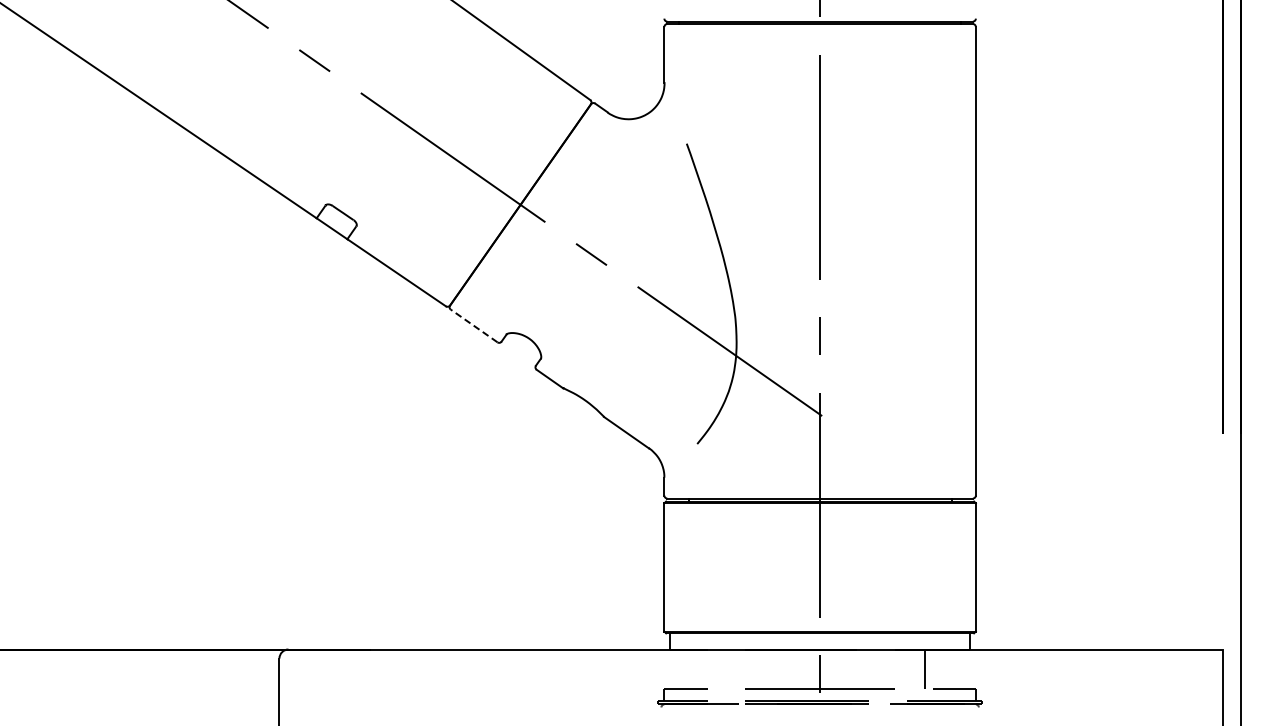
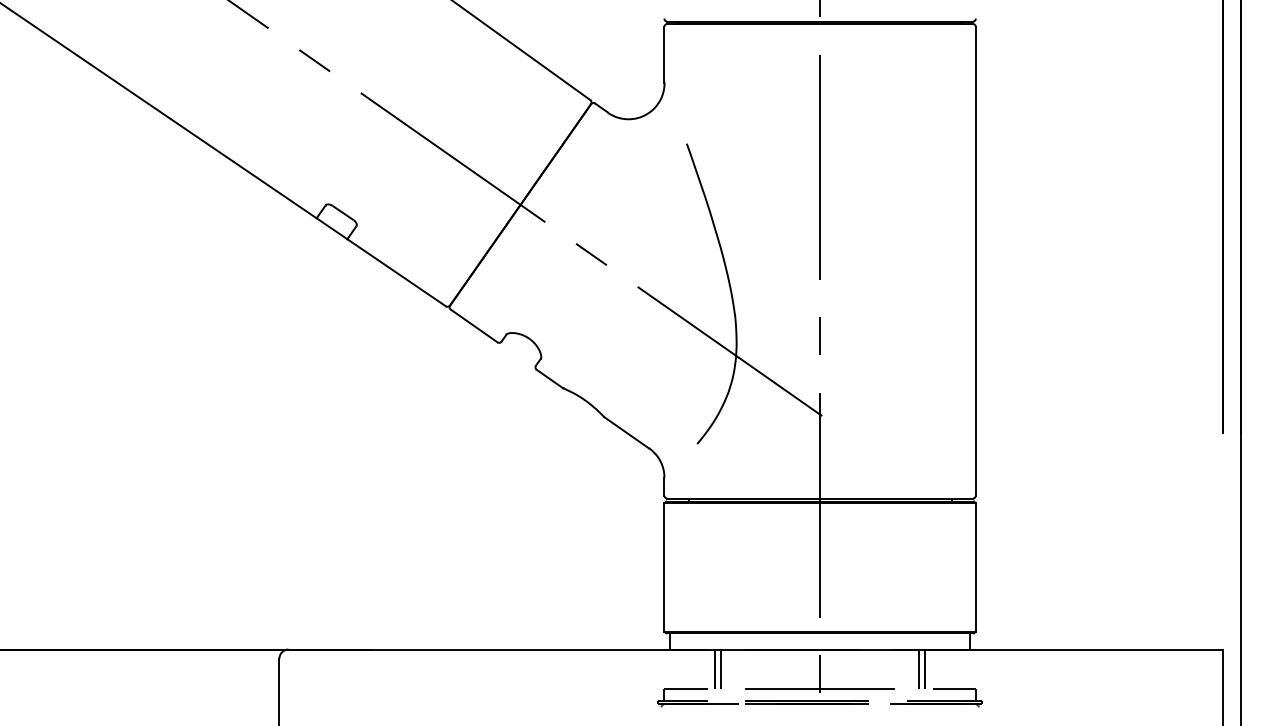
line at (473, 325): dashed -> solid
line at (715, 669): none -> present
line at (721, 669): none -> present
line at (918, 669): none -> present
